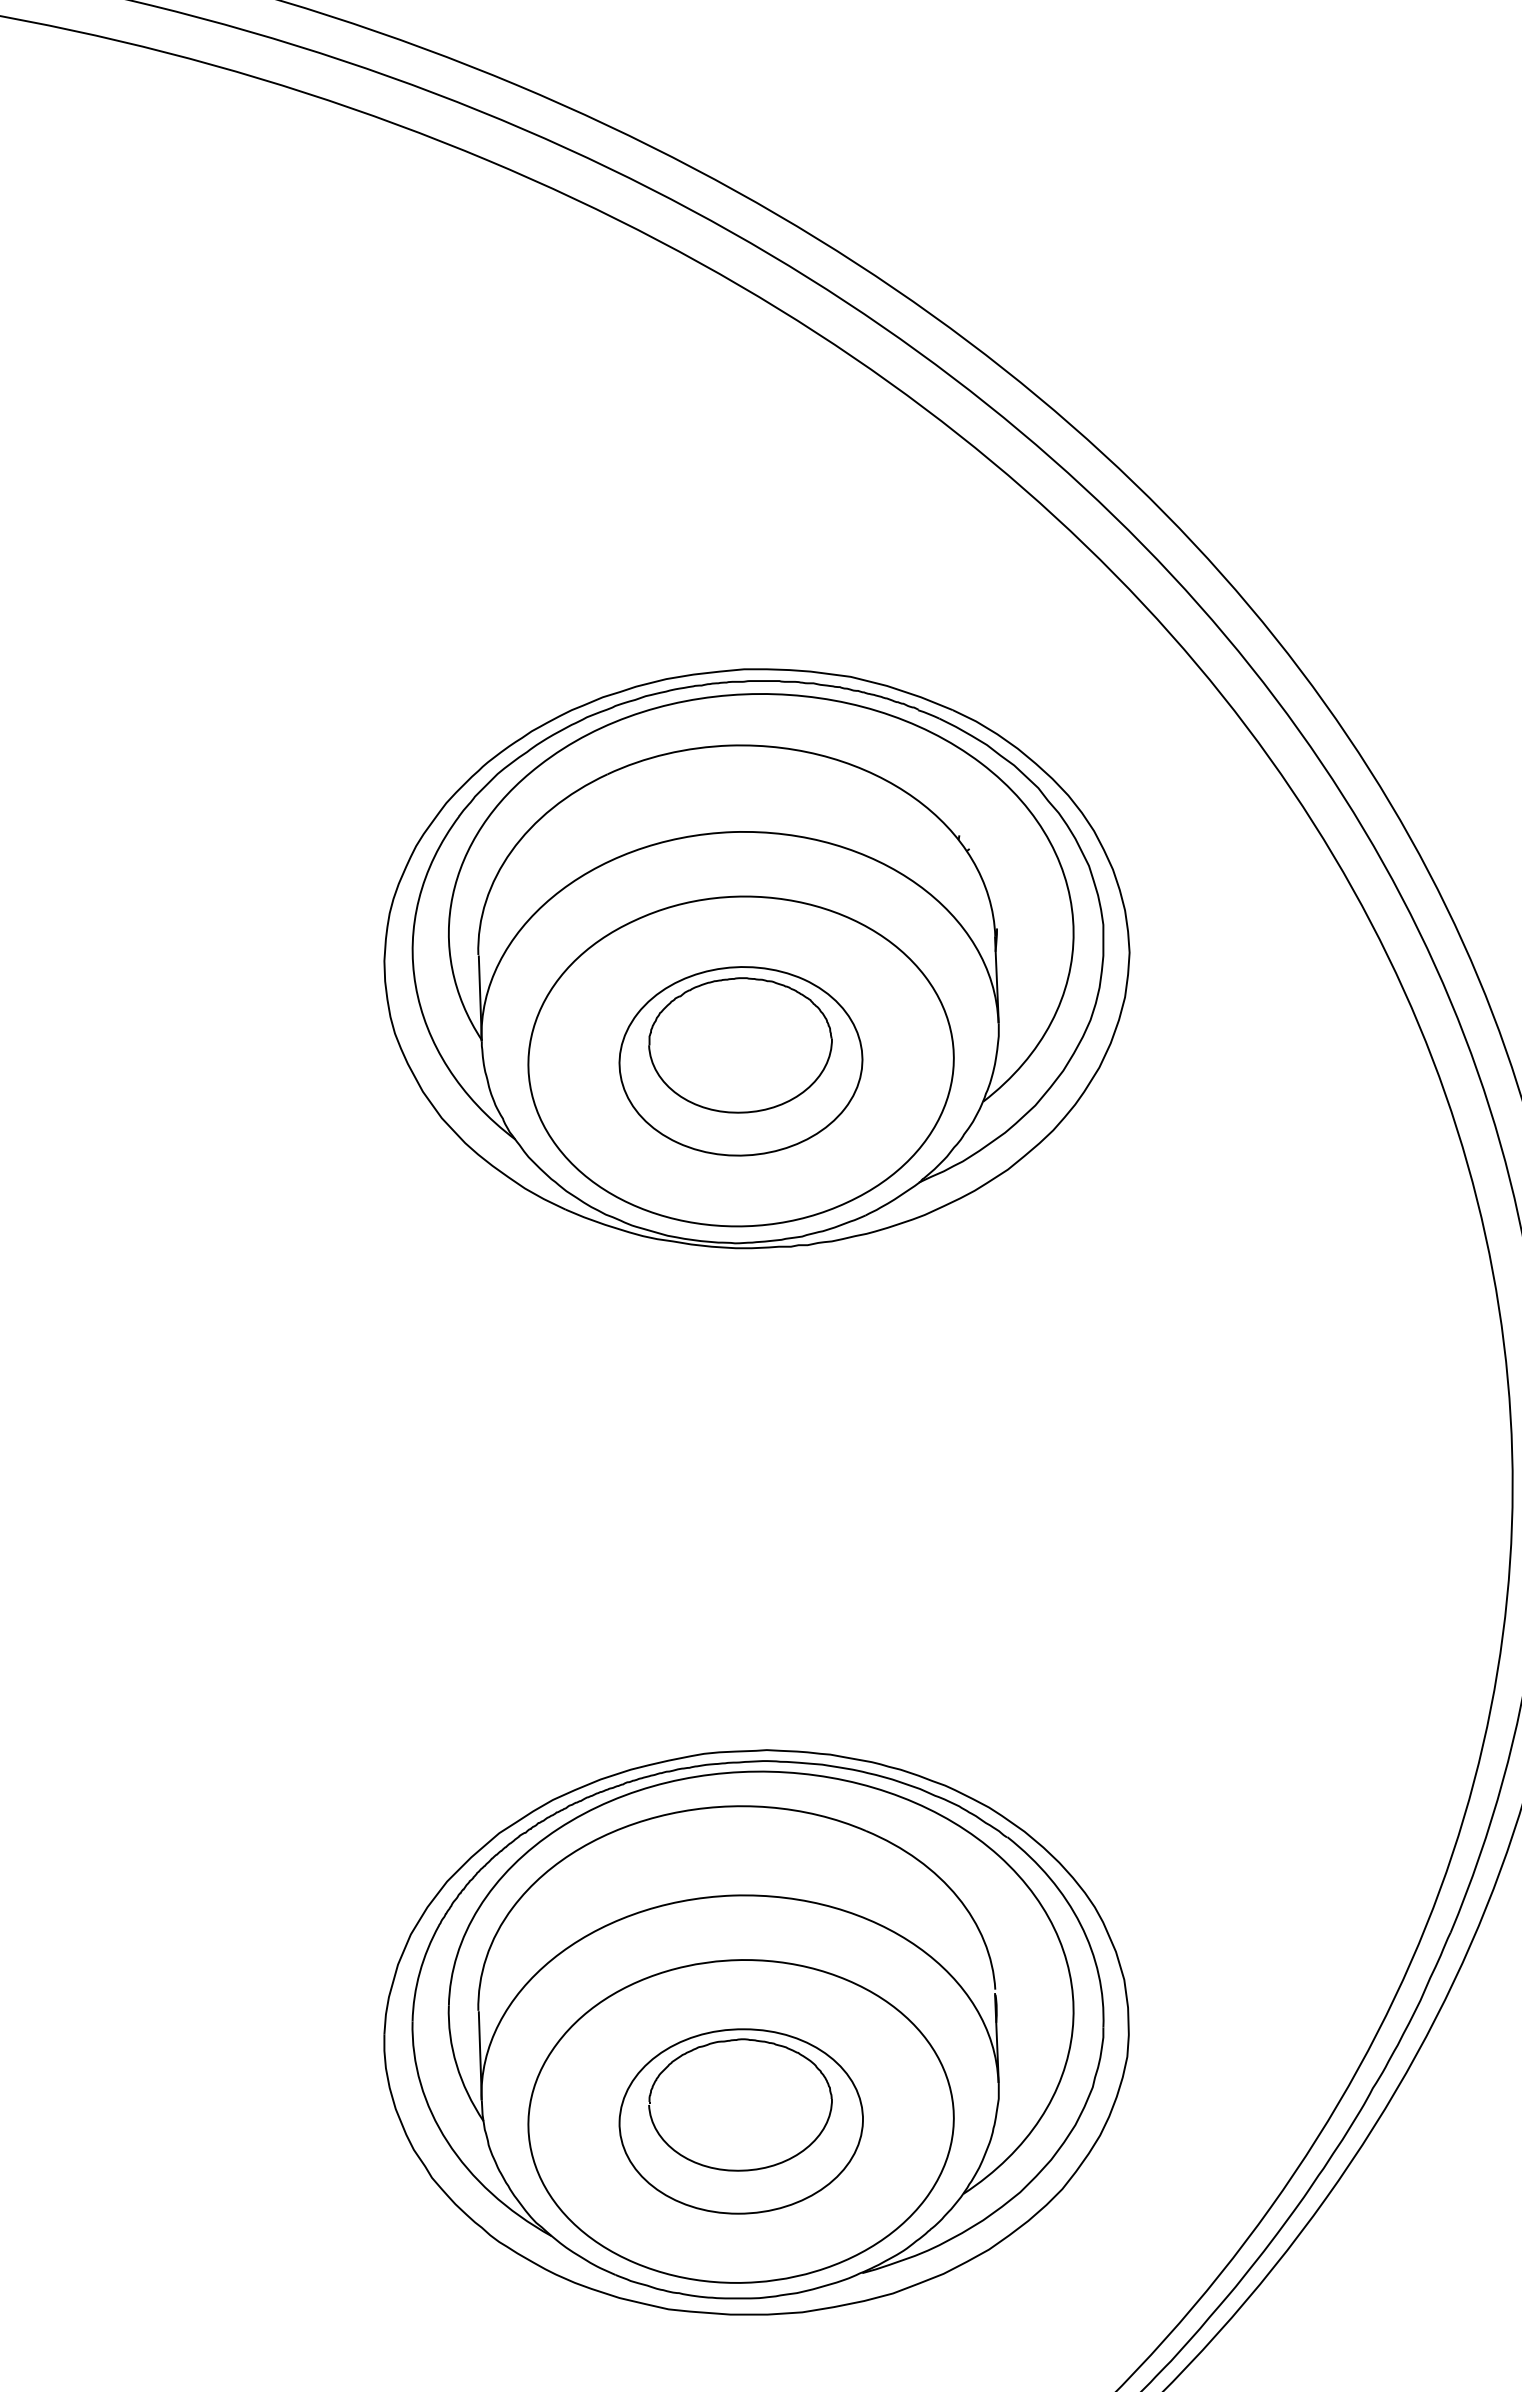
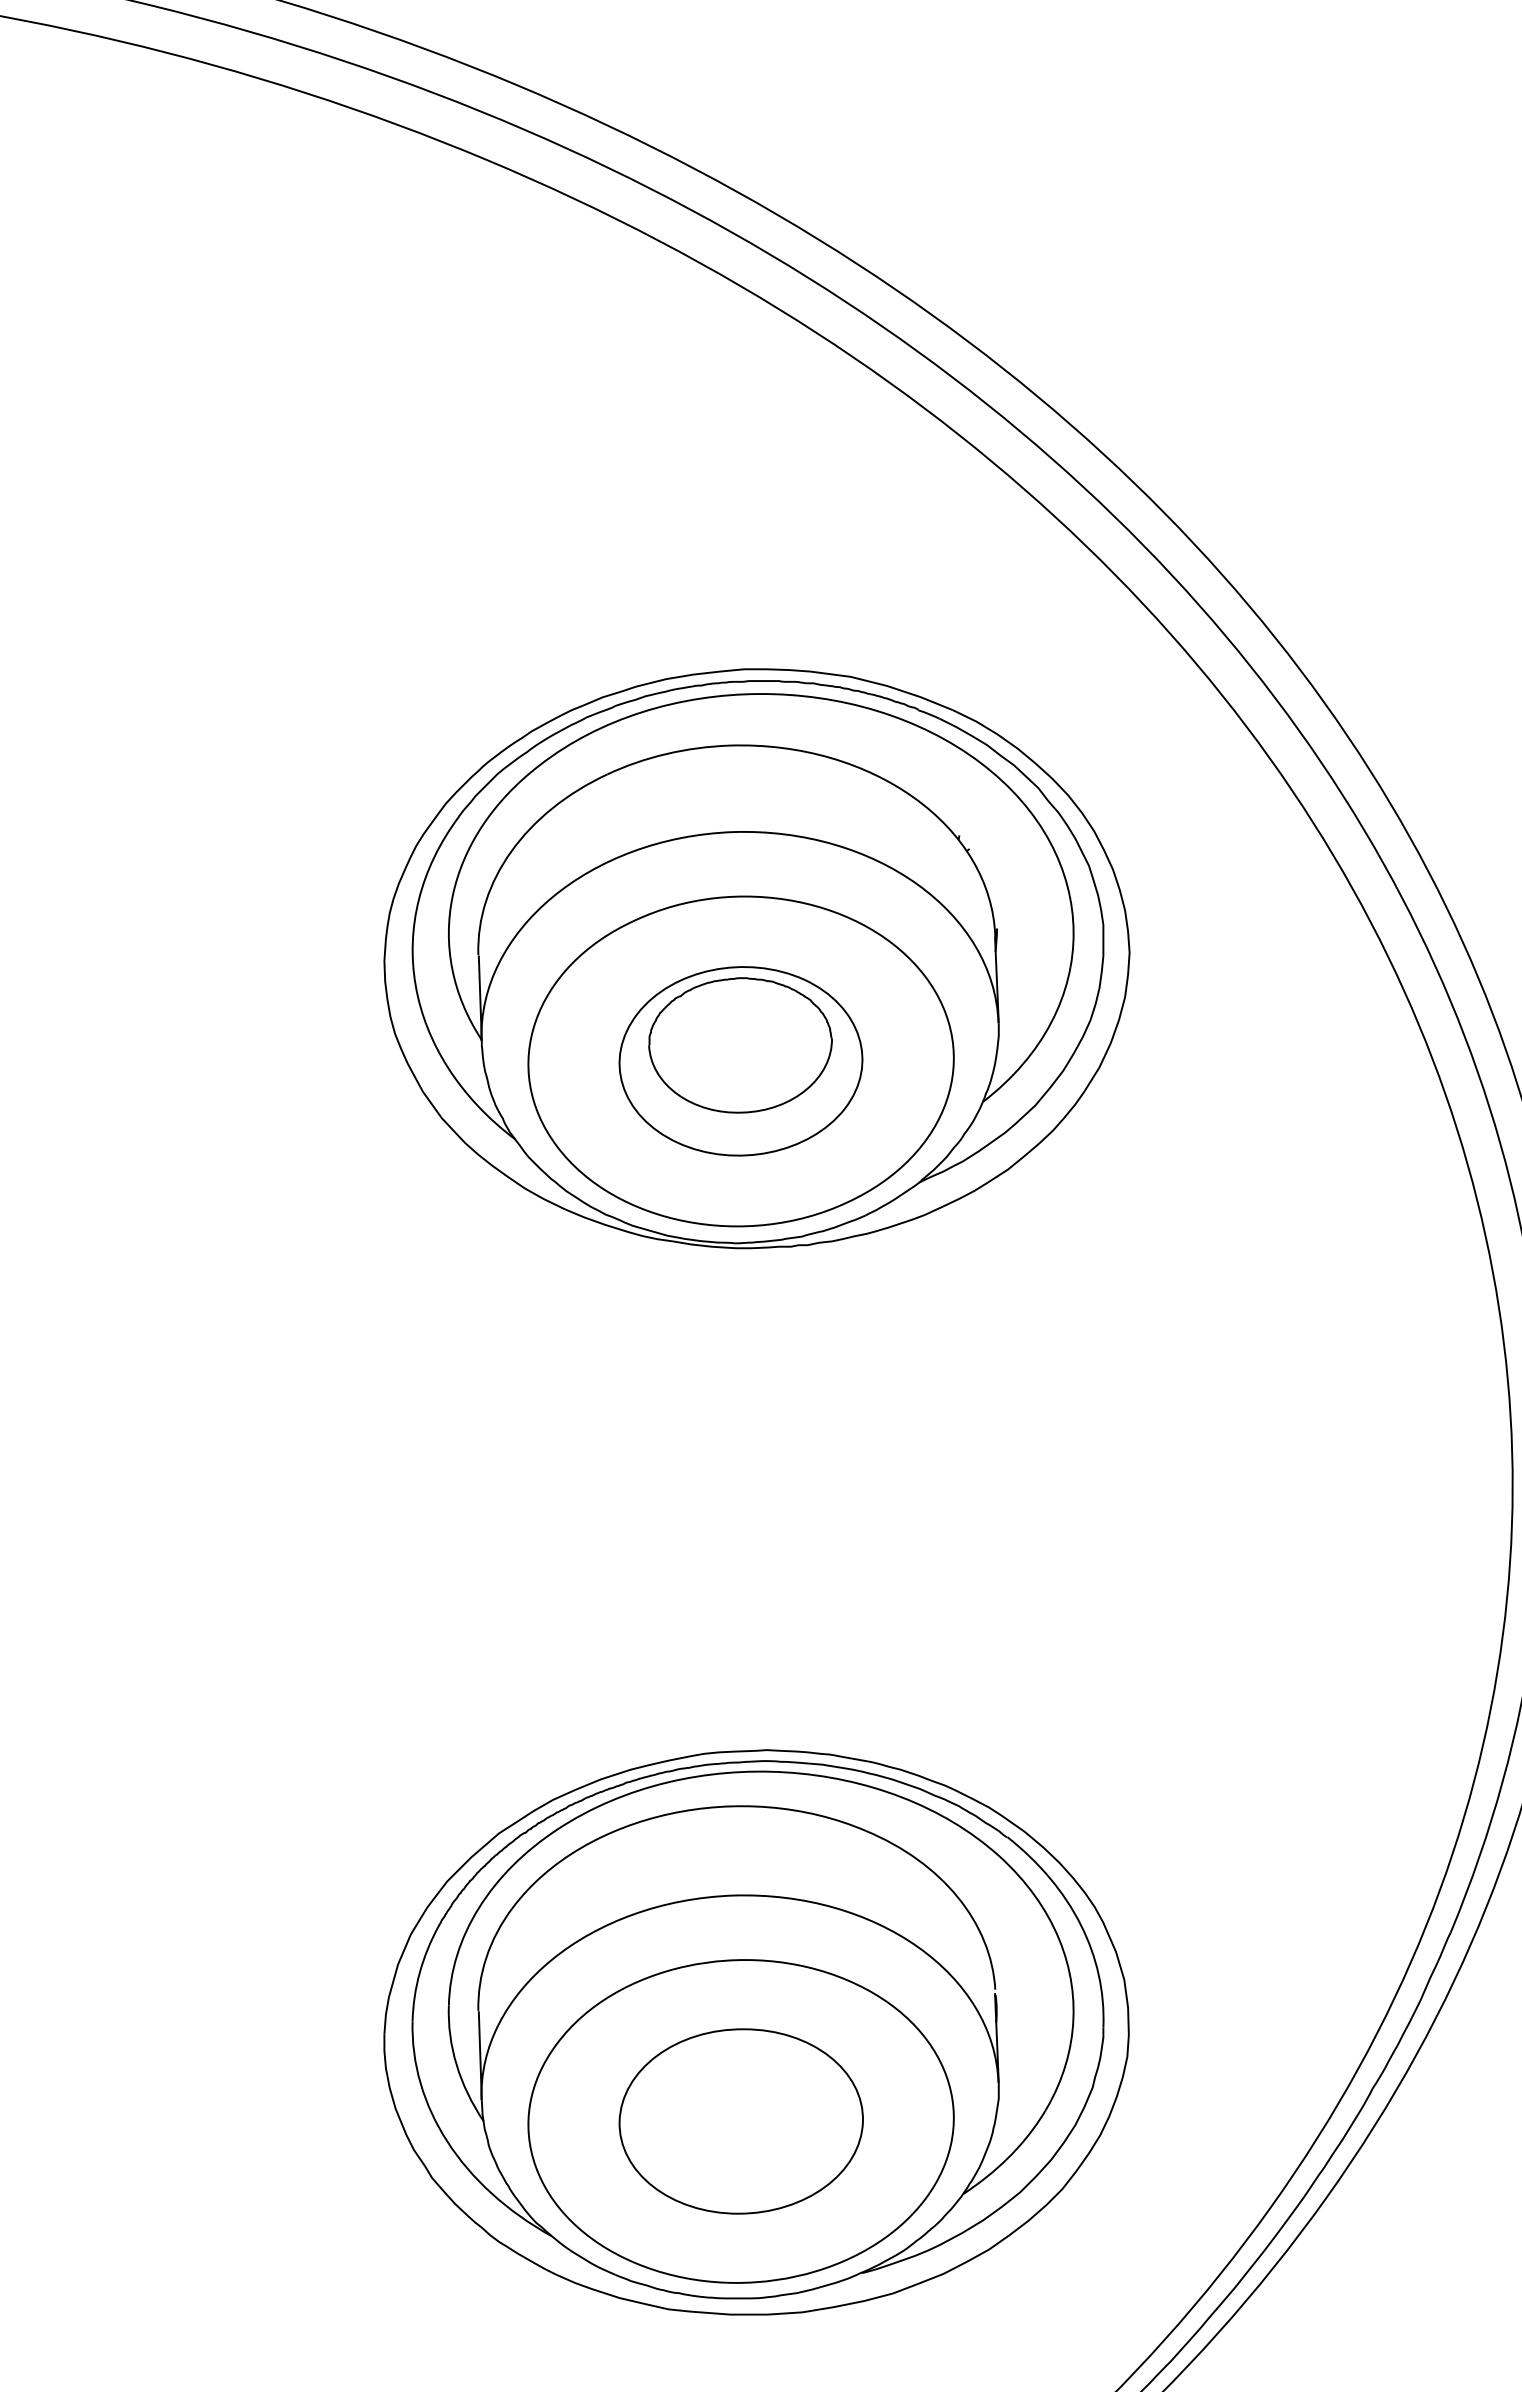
part at (733, 2041): present -> none
